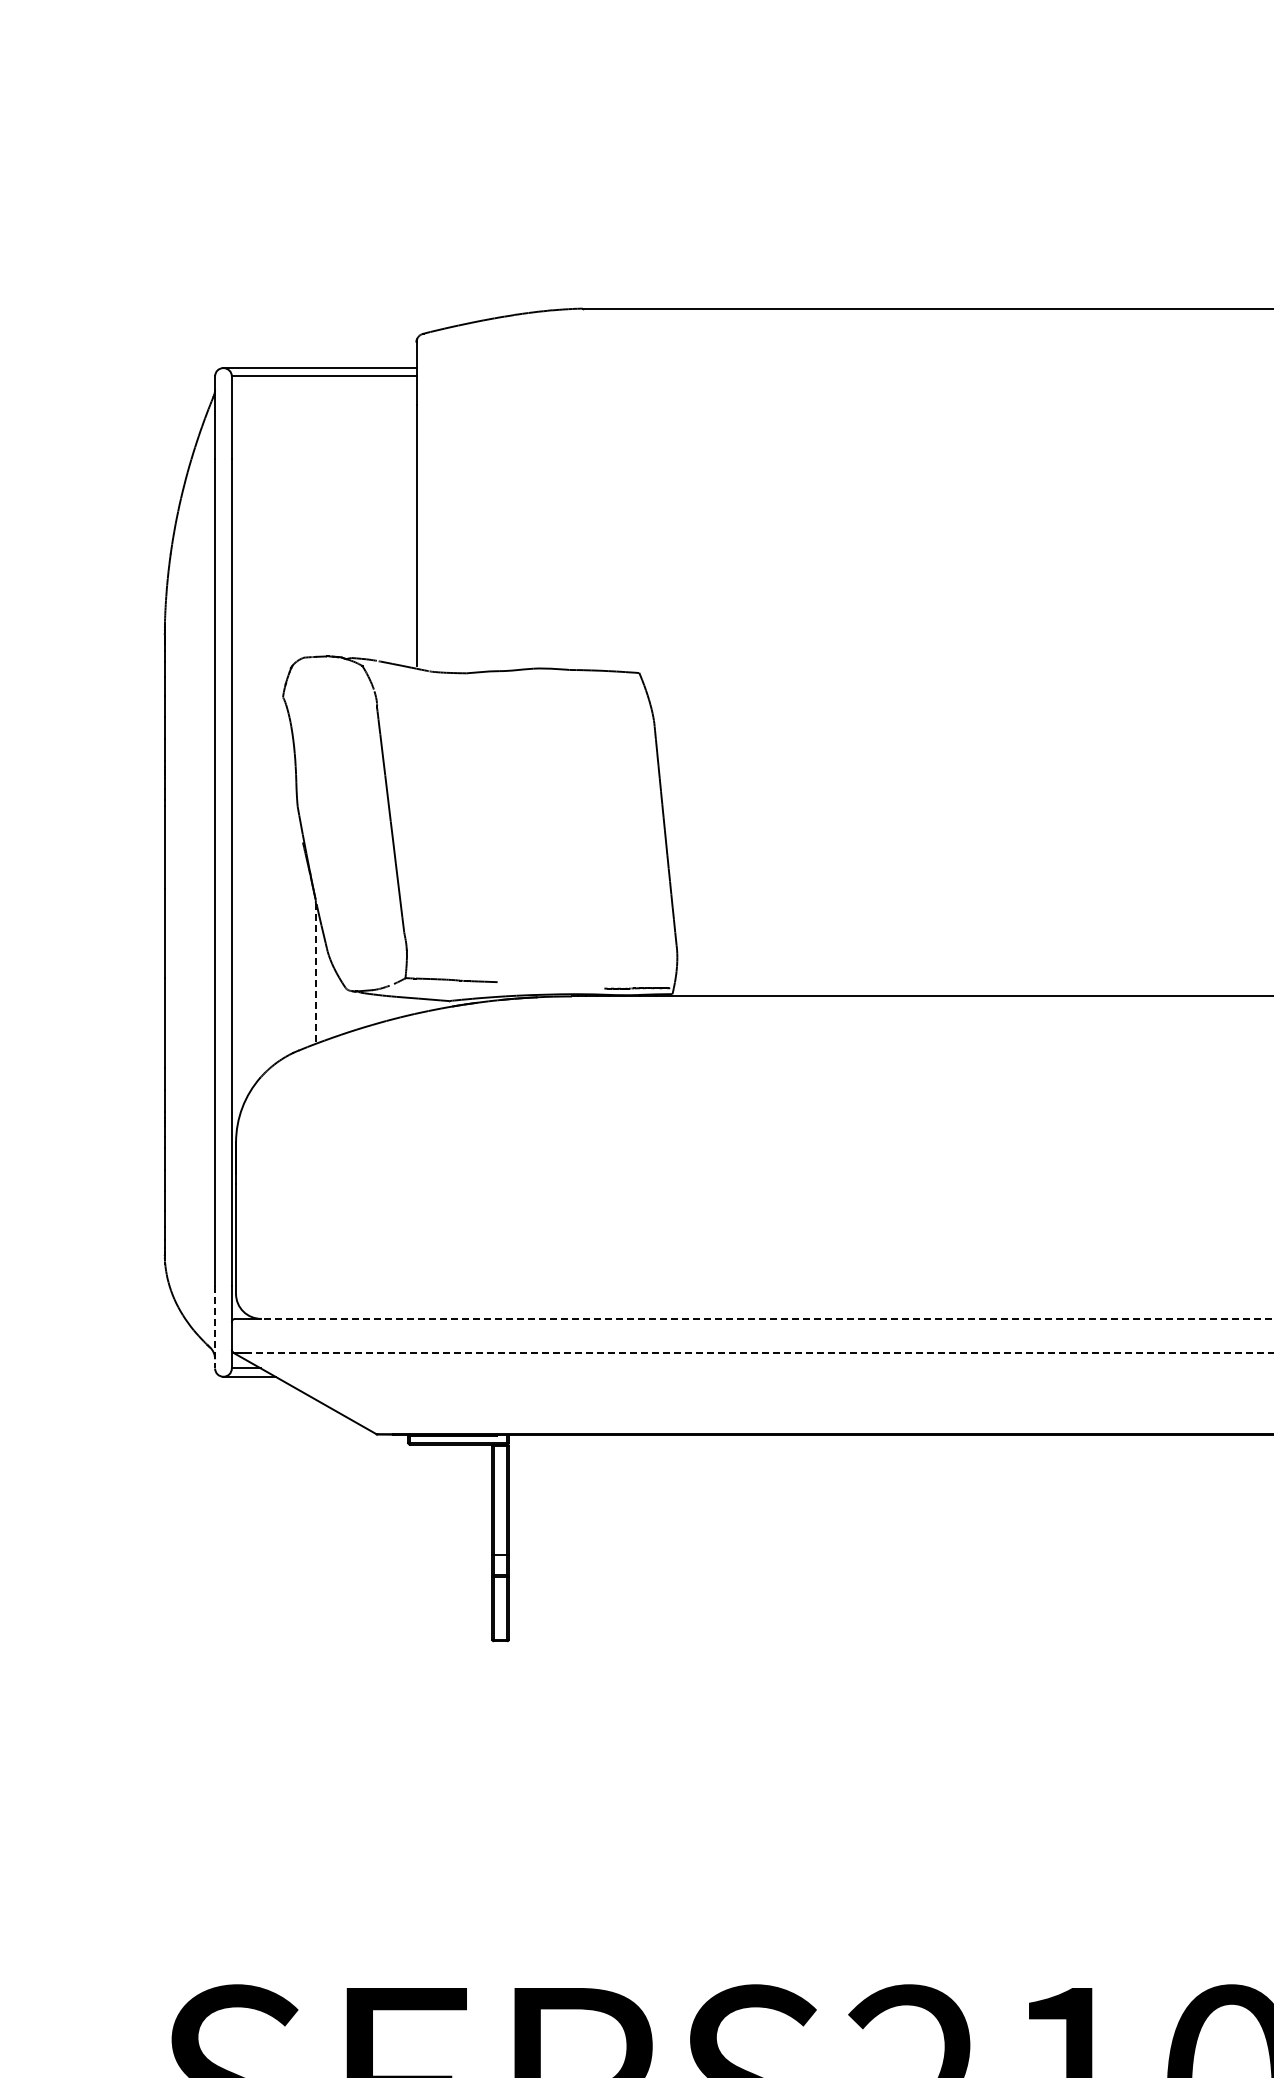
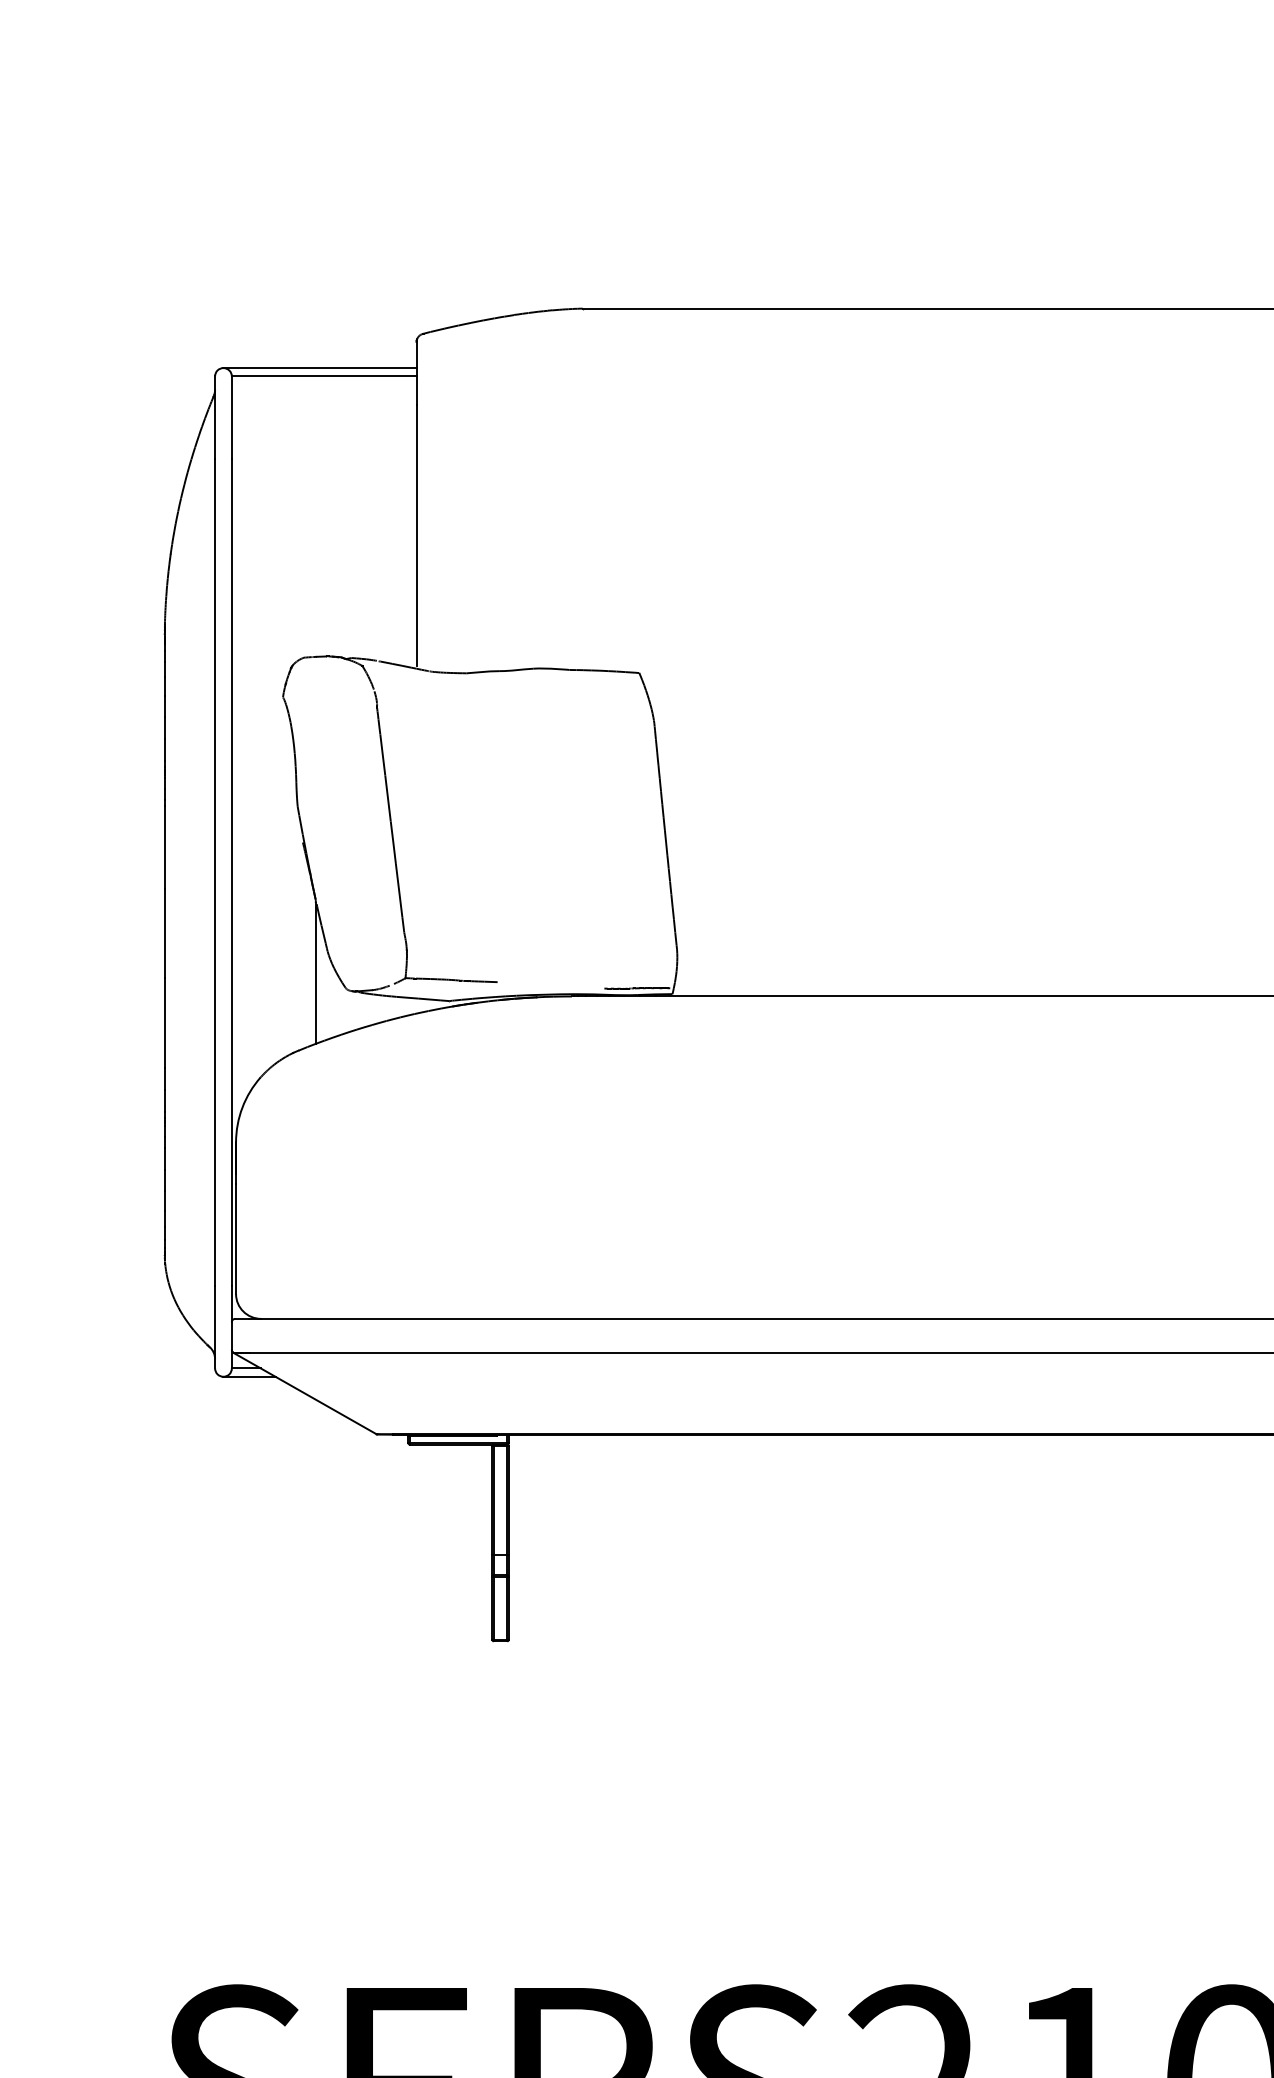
line at (315, 974): dashed -> solid
line at (767, 1318): dashed -> solid
line at (215, 1327): dashed -> solid
line at (761, 1352): dashed -> solid
